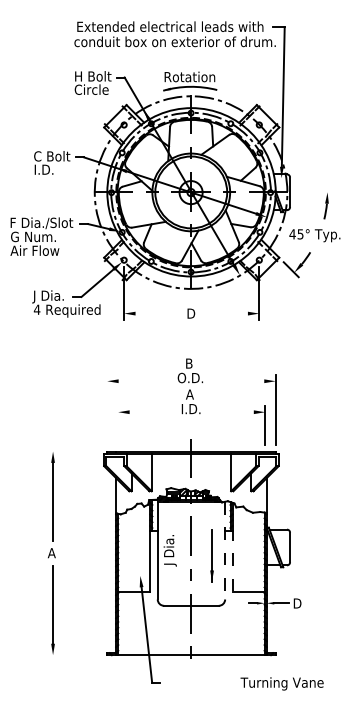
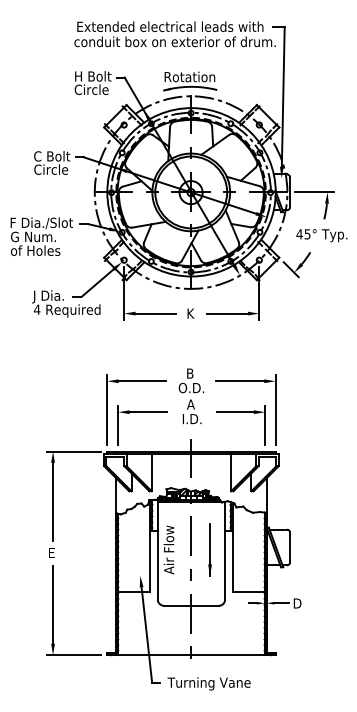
text at (51, 169): I.D. -> Circle
line at (313, 192): none -> present
text at (314, 235) position: (314, 235) -> (321, 235)
text at (35, 250): Air Flow -> of Holes
line at (155, 313): none -> present
text at (191, 313): D -> K
line at (227, 313): none -> present
line at (142, 381): none -> present
line at (240, 381): none -> present
text at (189, 386) position: (189, 386) -> (190, 396)
line at (107, 409): none -> present
line at (147, 412): none -> present
line at (234, 412): none -> present
line at (118, 425): none -> present
line at (73, 451): none -> present
text at (169, 549): J Dia. -> Air Flow
line at (225, 550): dashed -> solid
text at (51, 553): A -> E
part at (211, 555) position: (211, 555) -> (209, 549)
line at (232, 560): dashed -> solid
line at (73, 655): none -> present
text at (281, 683) position: (281, 683) -> (208, 683)
